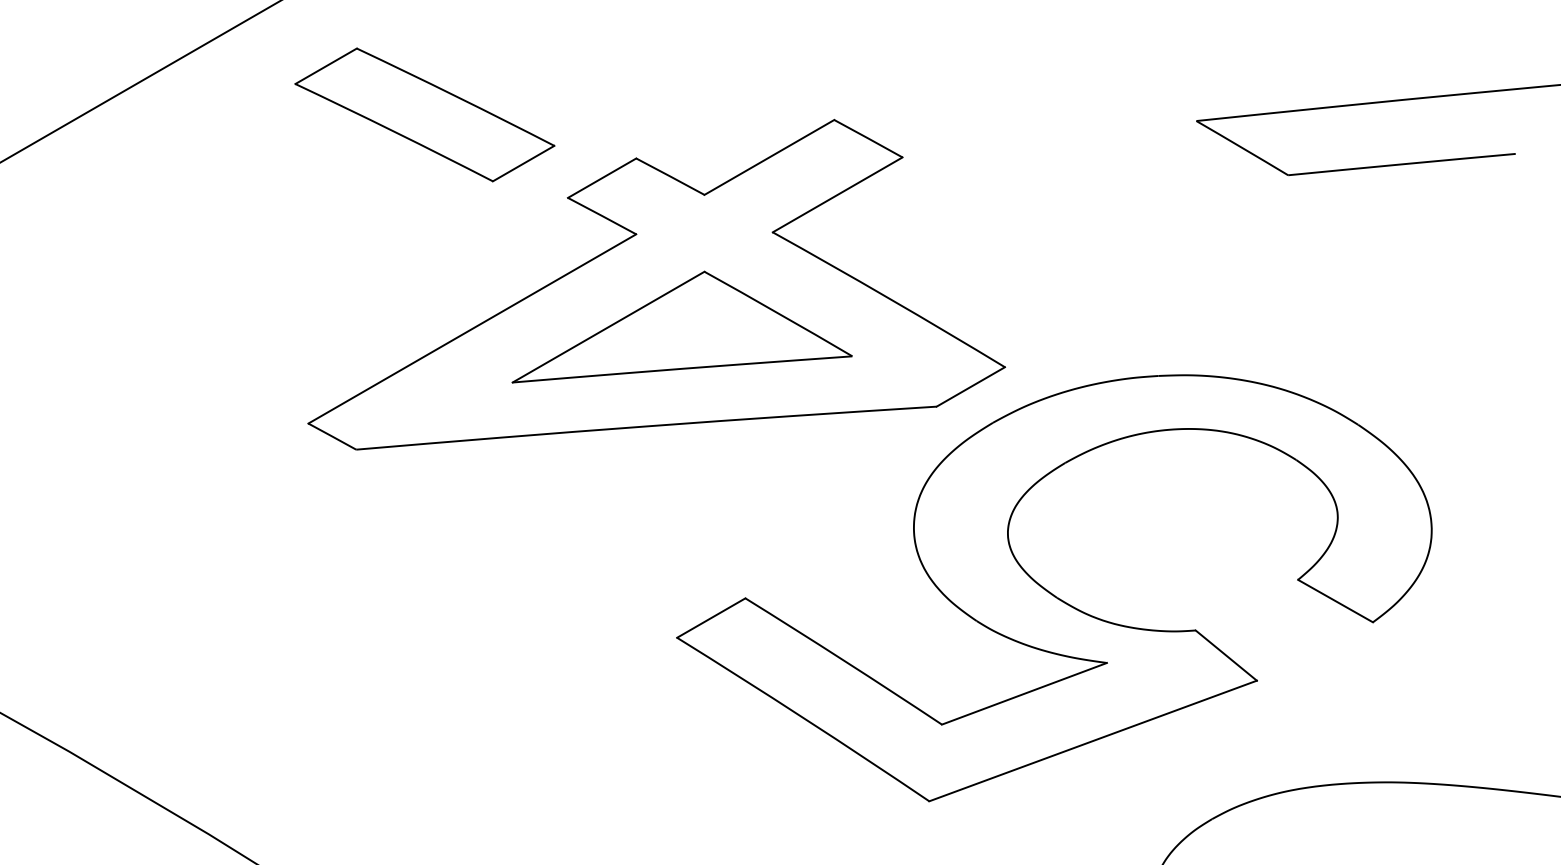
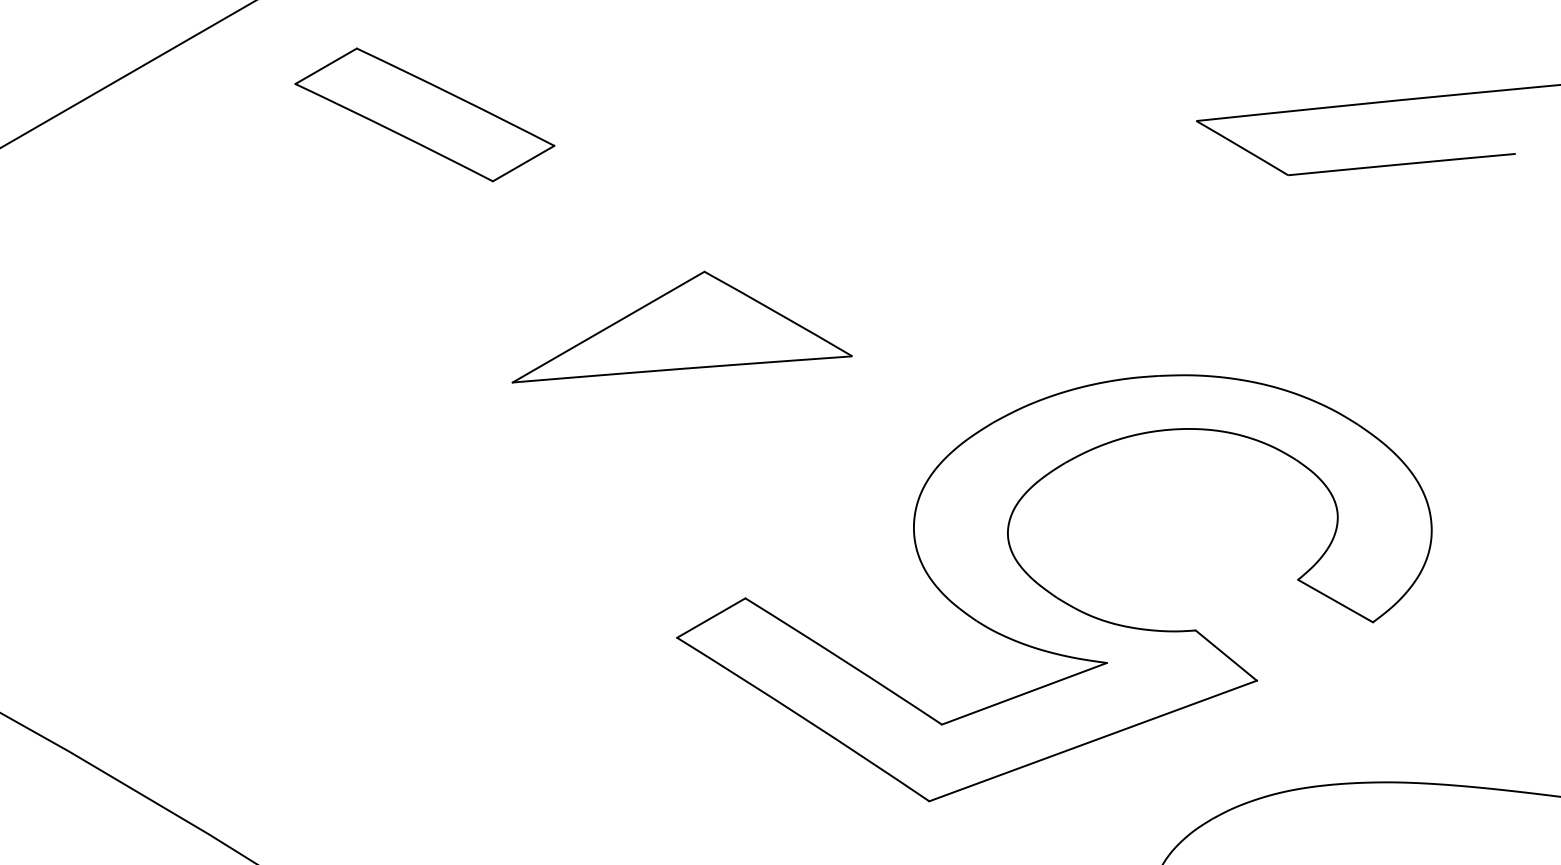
line at (140, 81) position: (140, 81) -> (127, 74)
part at (656, 284): present -> none
